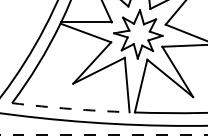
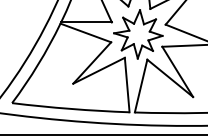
arc at (70, 108): dashed -> solid
line at (103, 134): dashed -> solid
